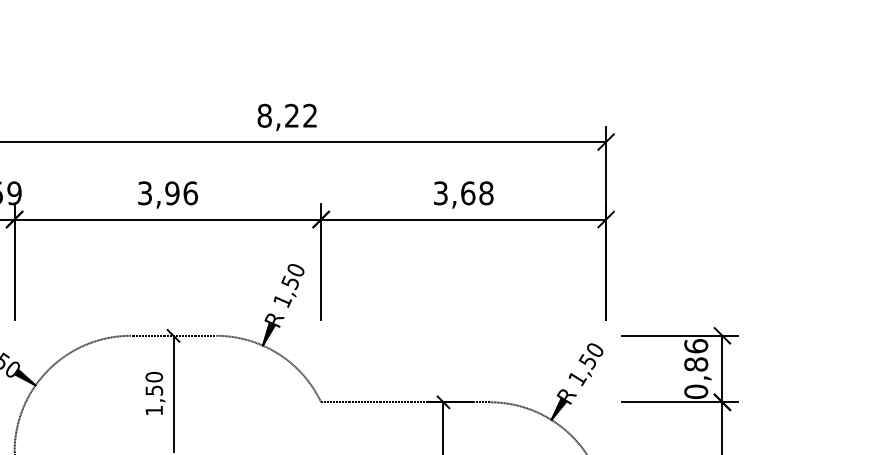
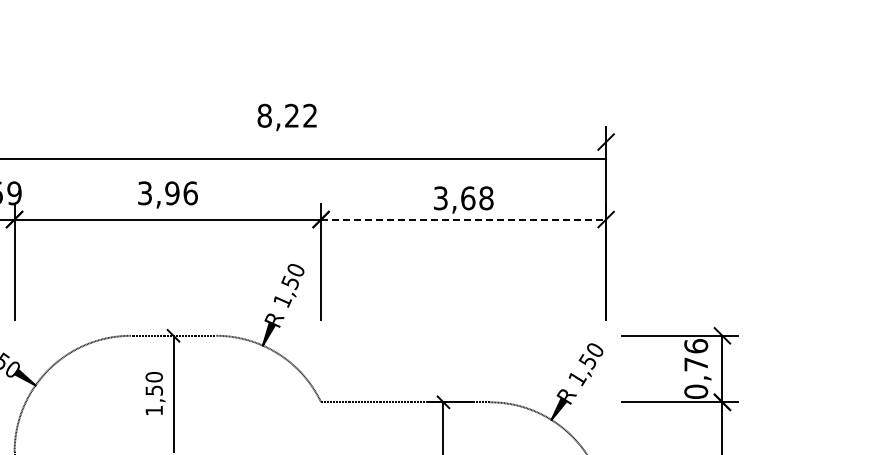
line at (304, 142) position: (304, 142) -> (304, 159)
text at (463, 194) position: (463, 194) -> (463, 199)
line at (464, 219): solid -> dashed
text at (696, 364): 0,86 -> 0,76
